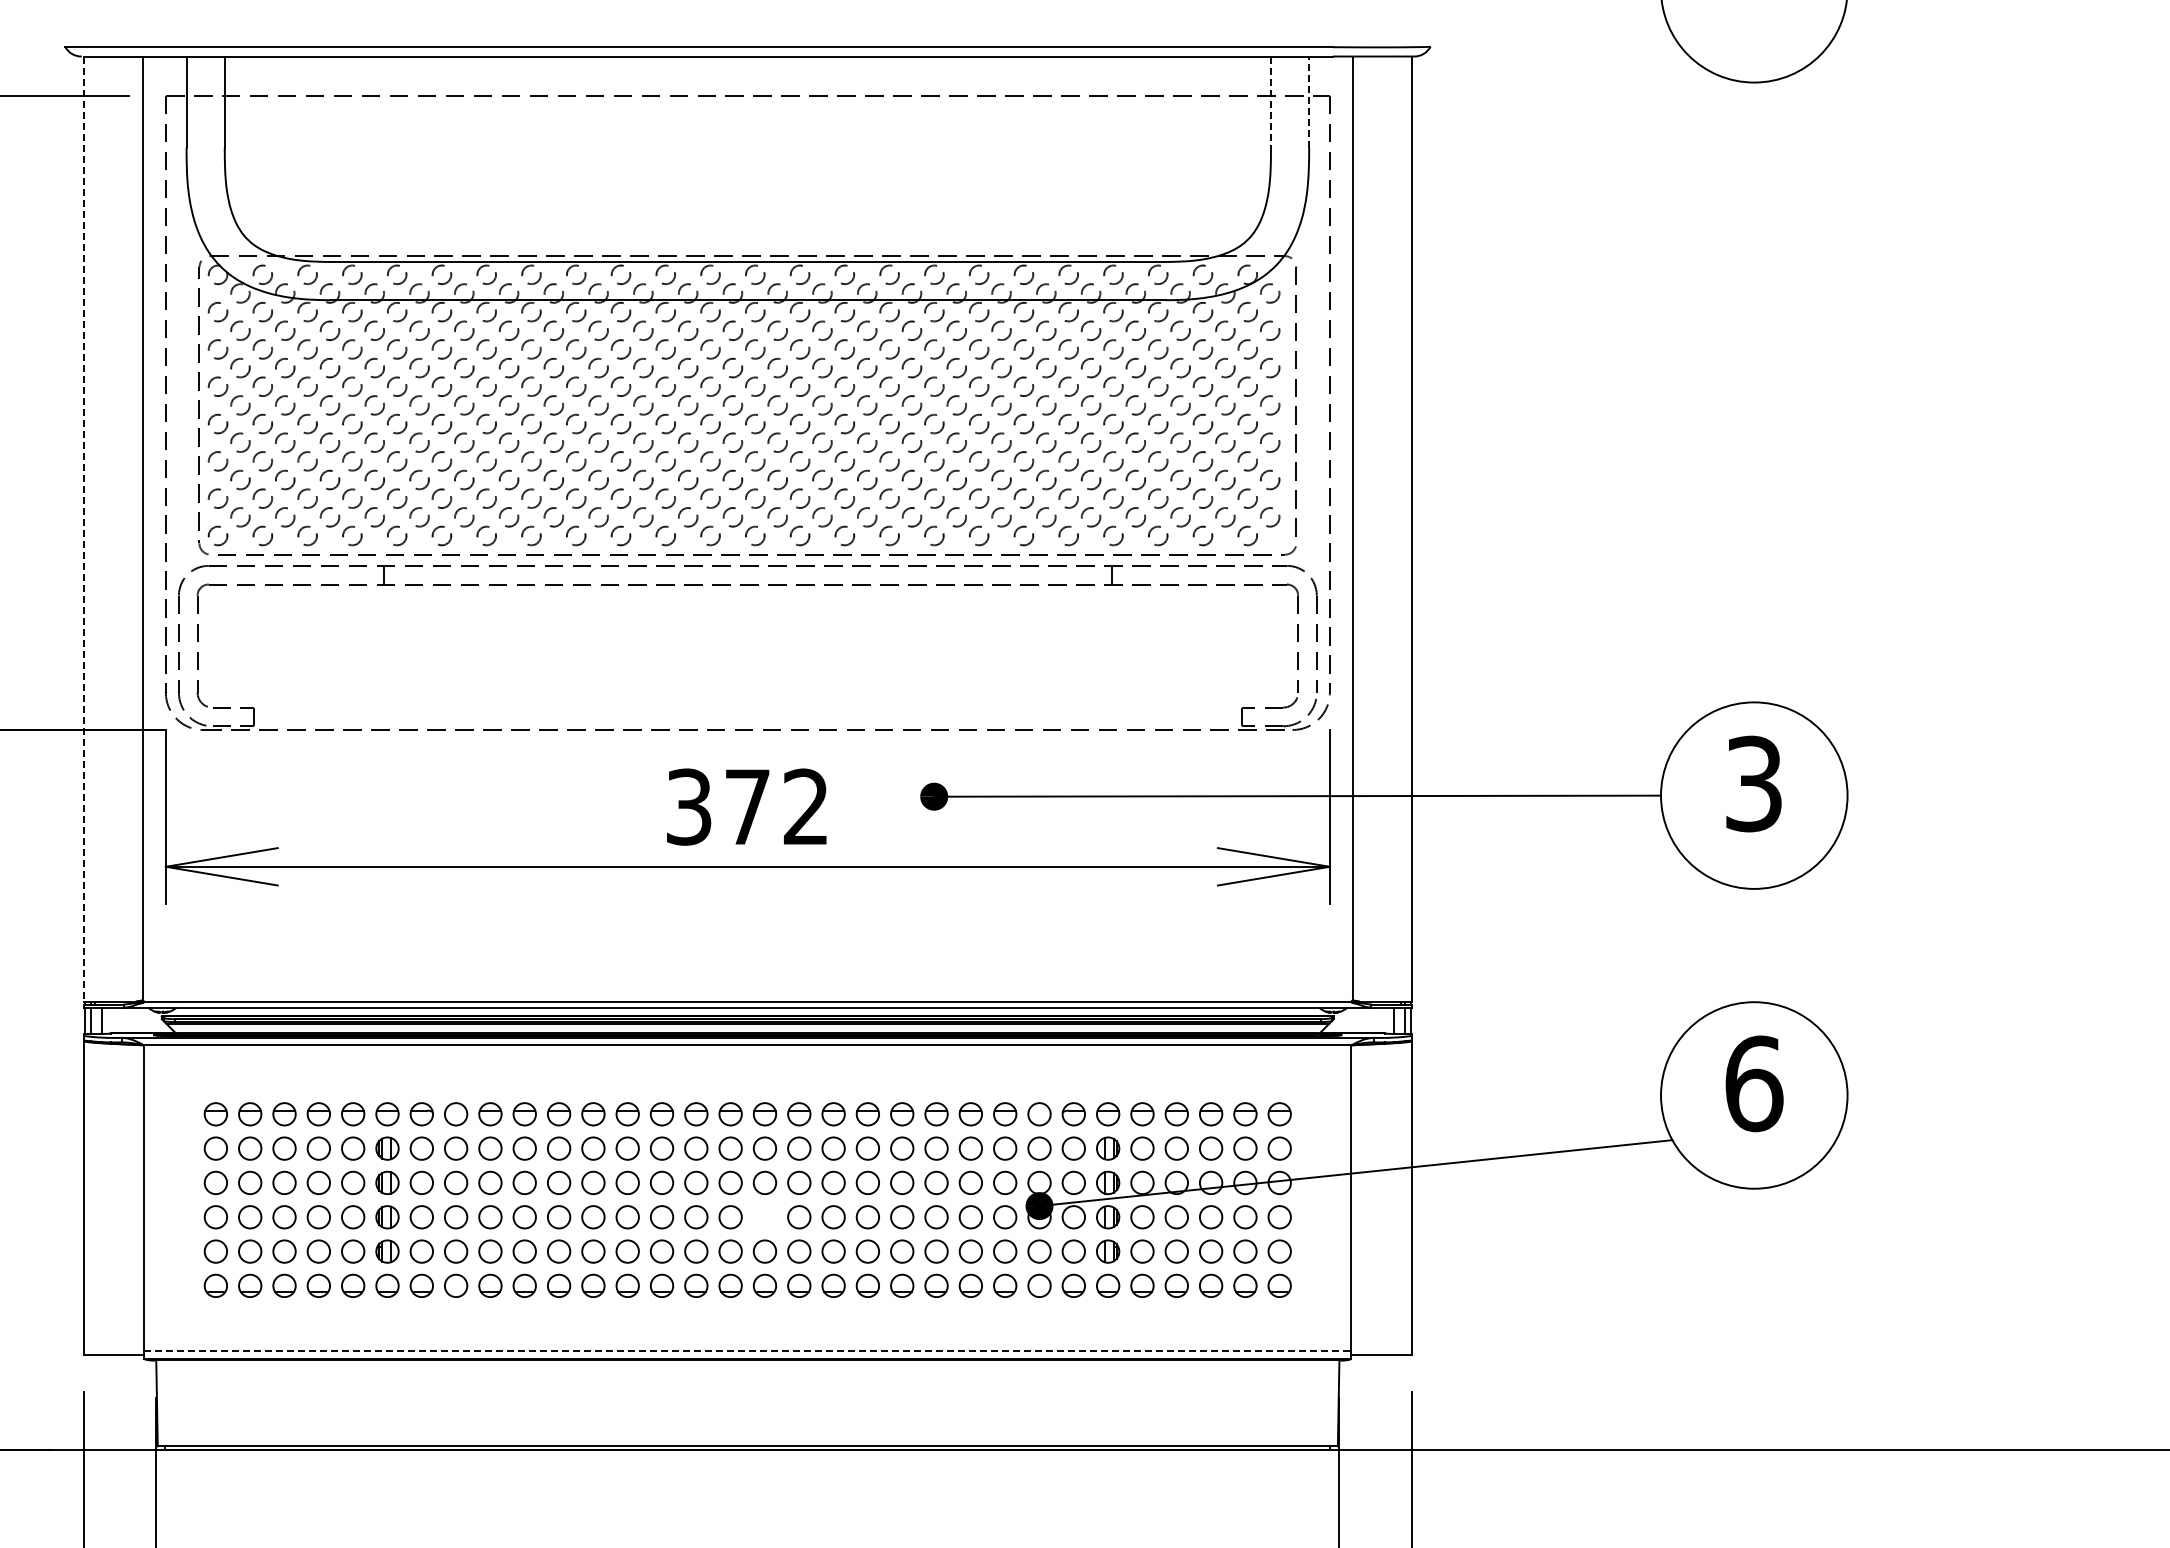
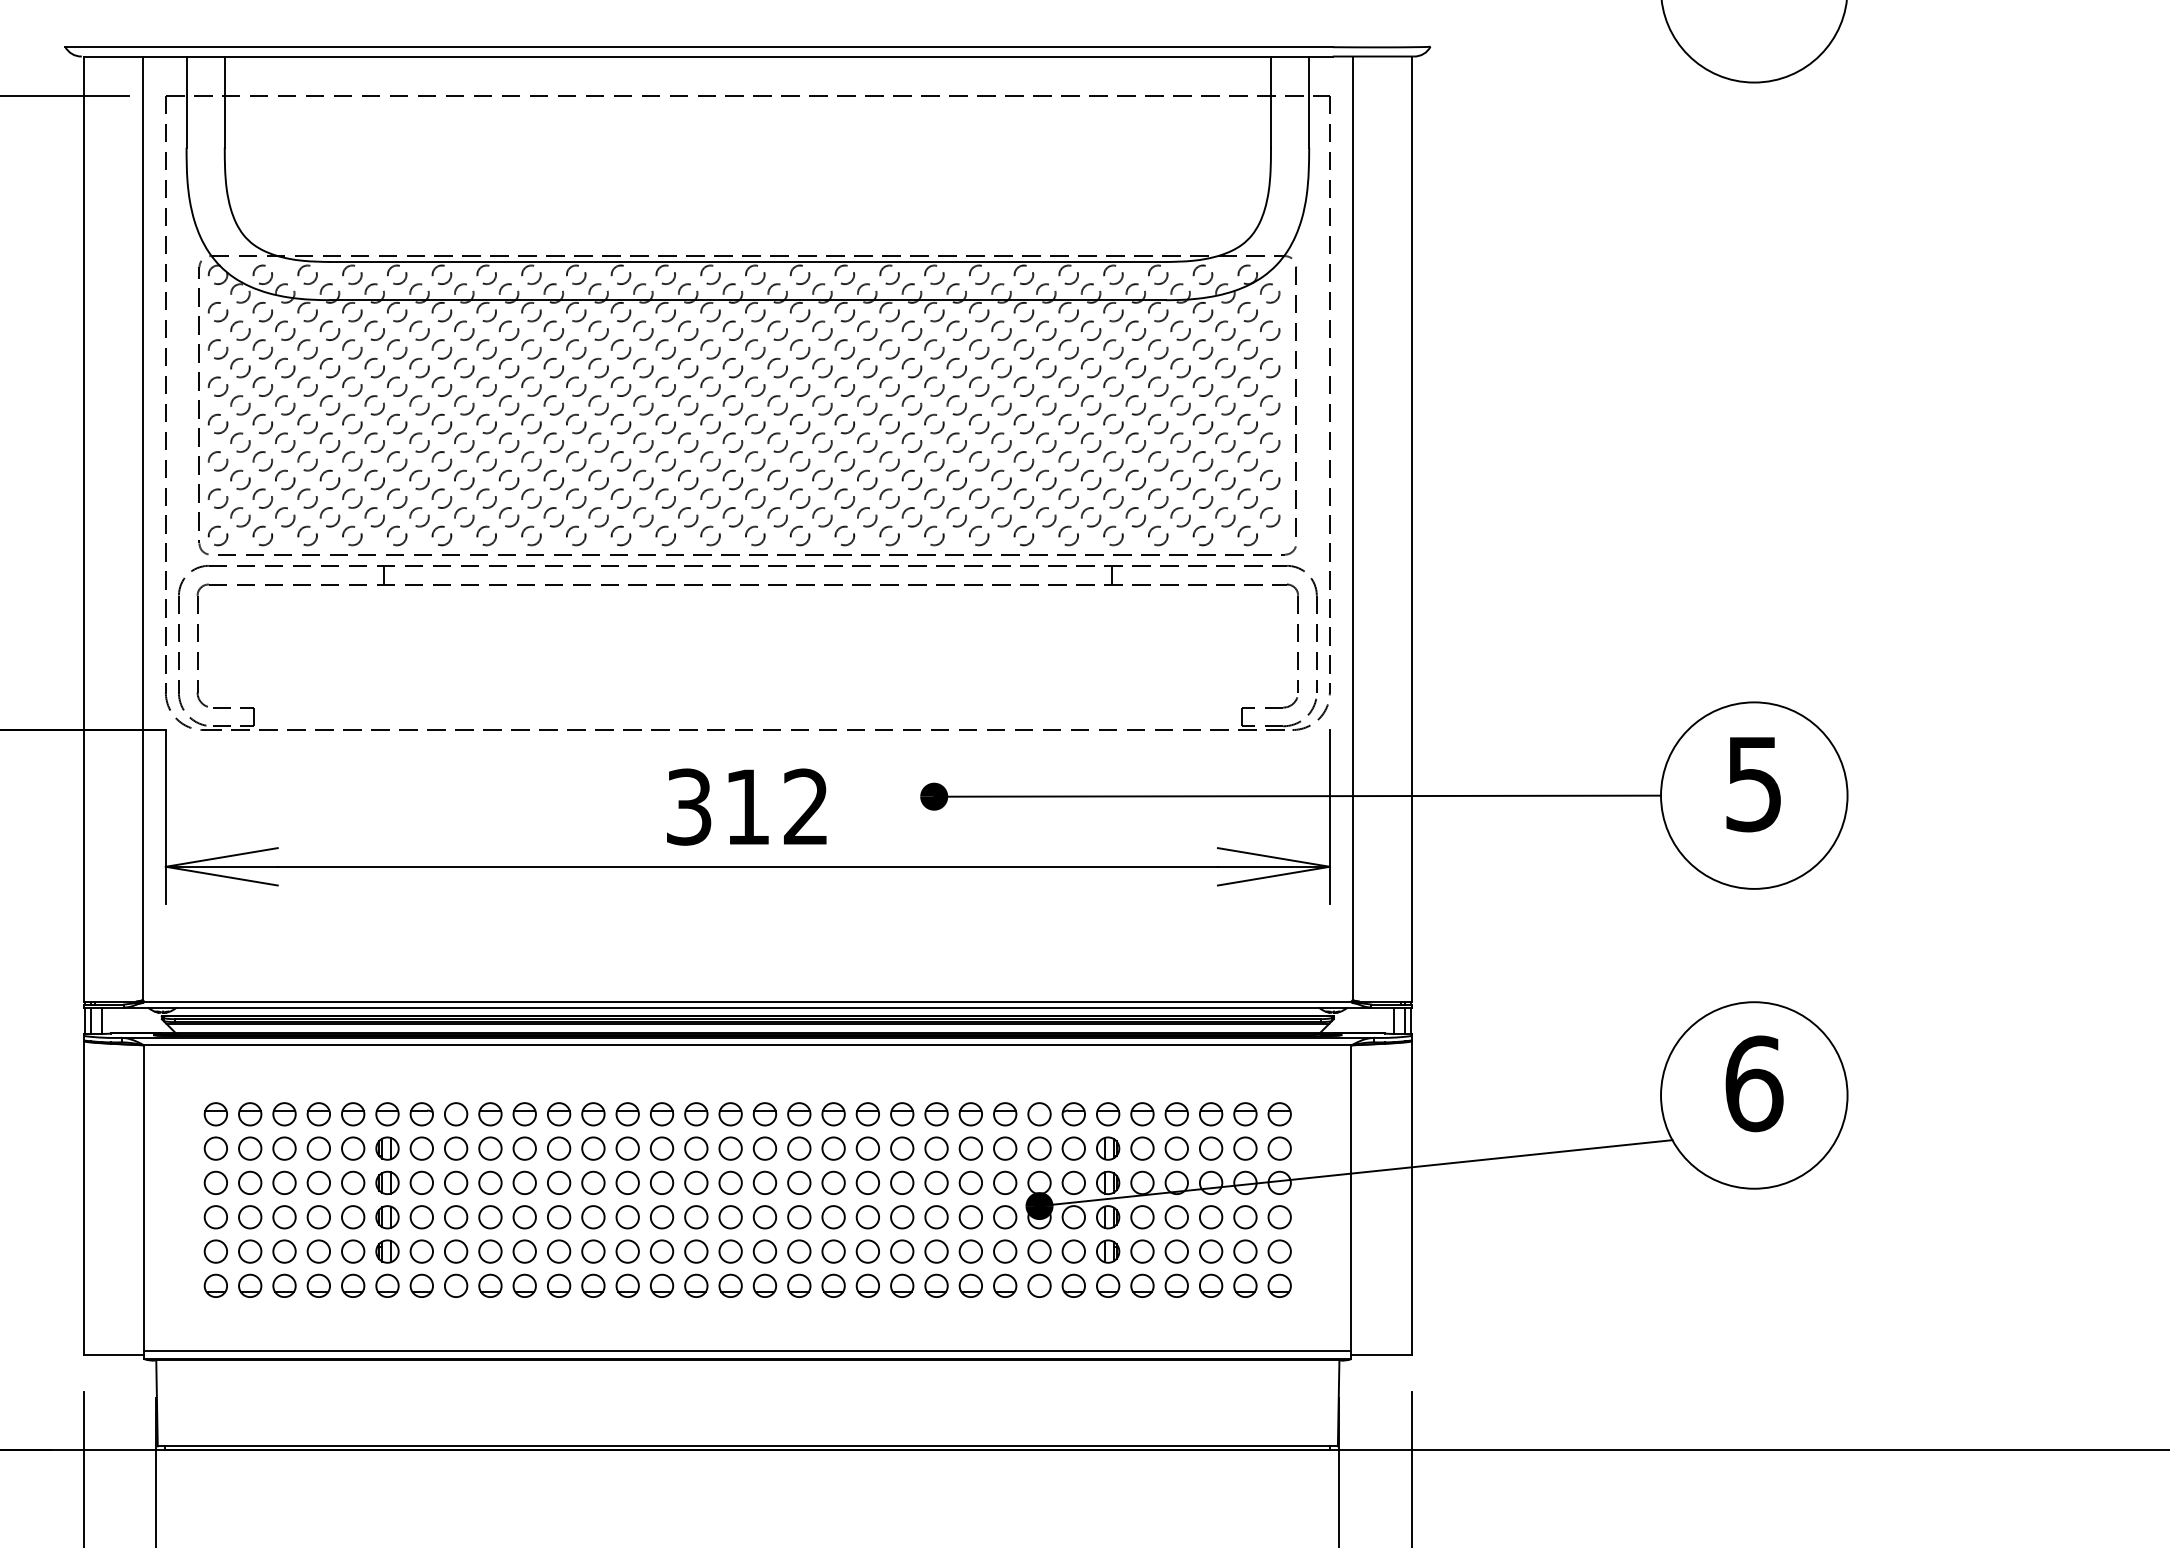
line at (1271, 102): dashed -> solid
line at (1309, 102): dashed -> solid
line at (83, 529): dashed -> solid
text at (1753, 783): 3 -> 5
text at (747, 806): 372 -> 312
circle at (764, 1217): none -> present
line at (747, 1351): dashed -> solid
